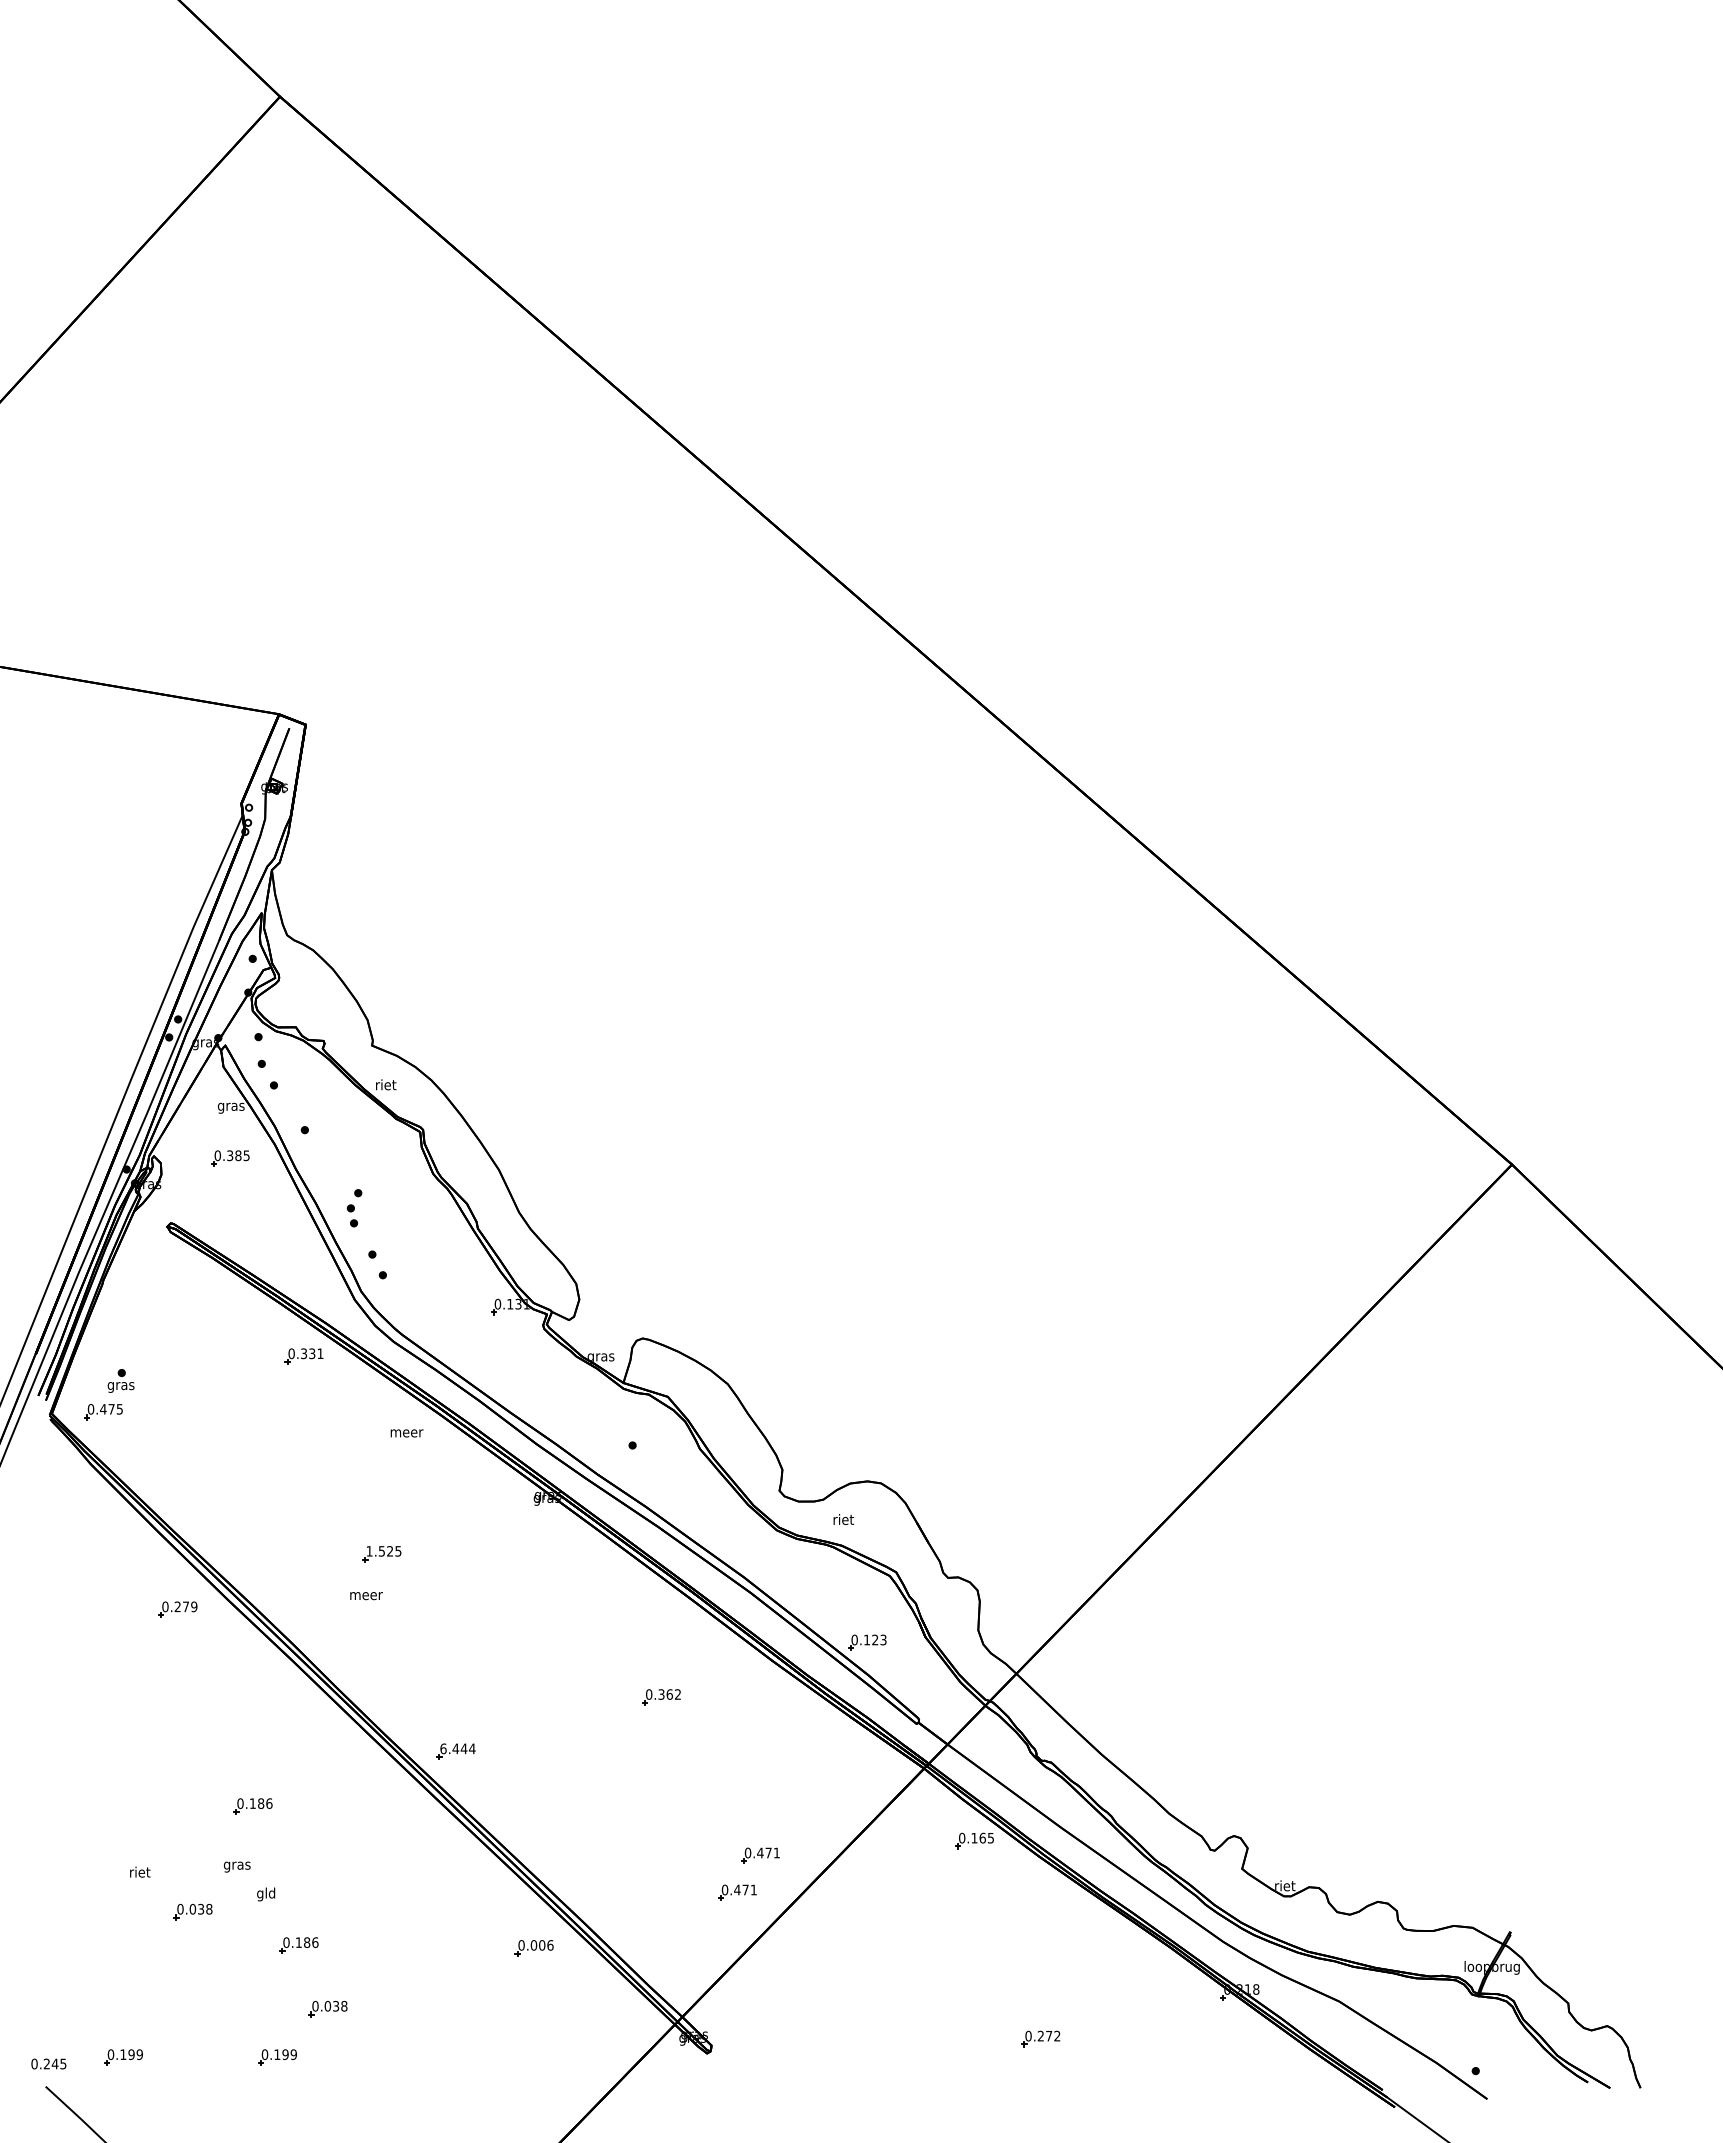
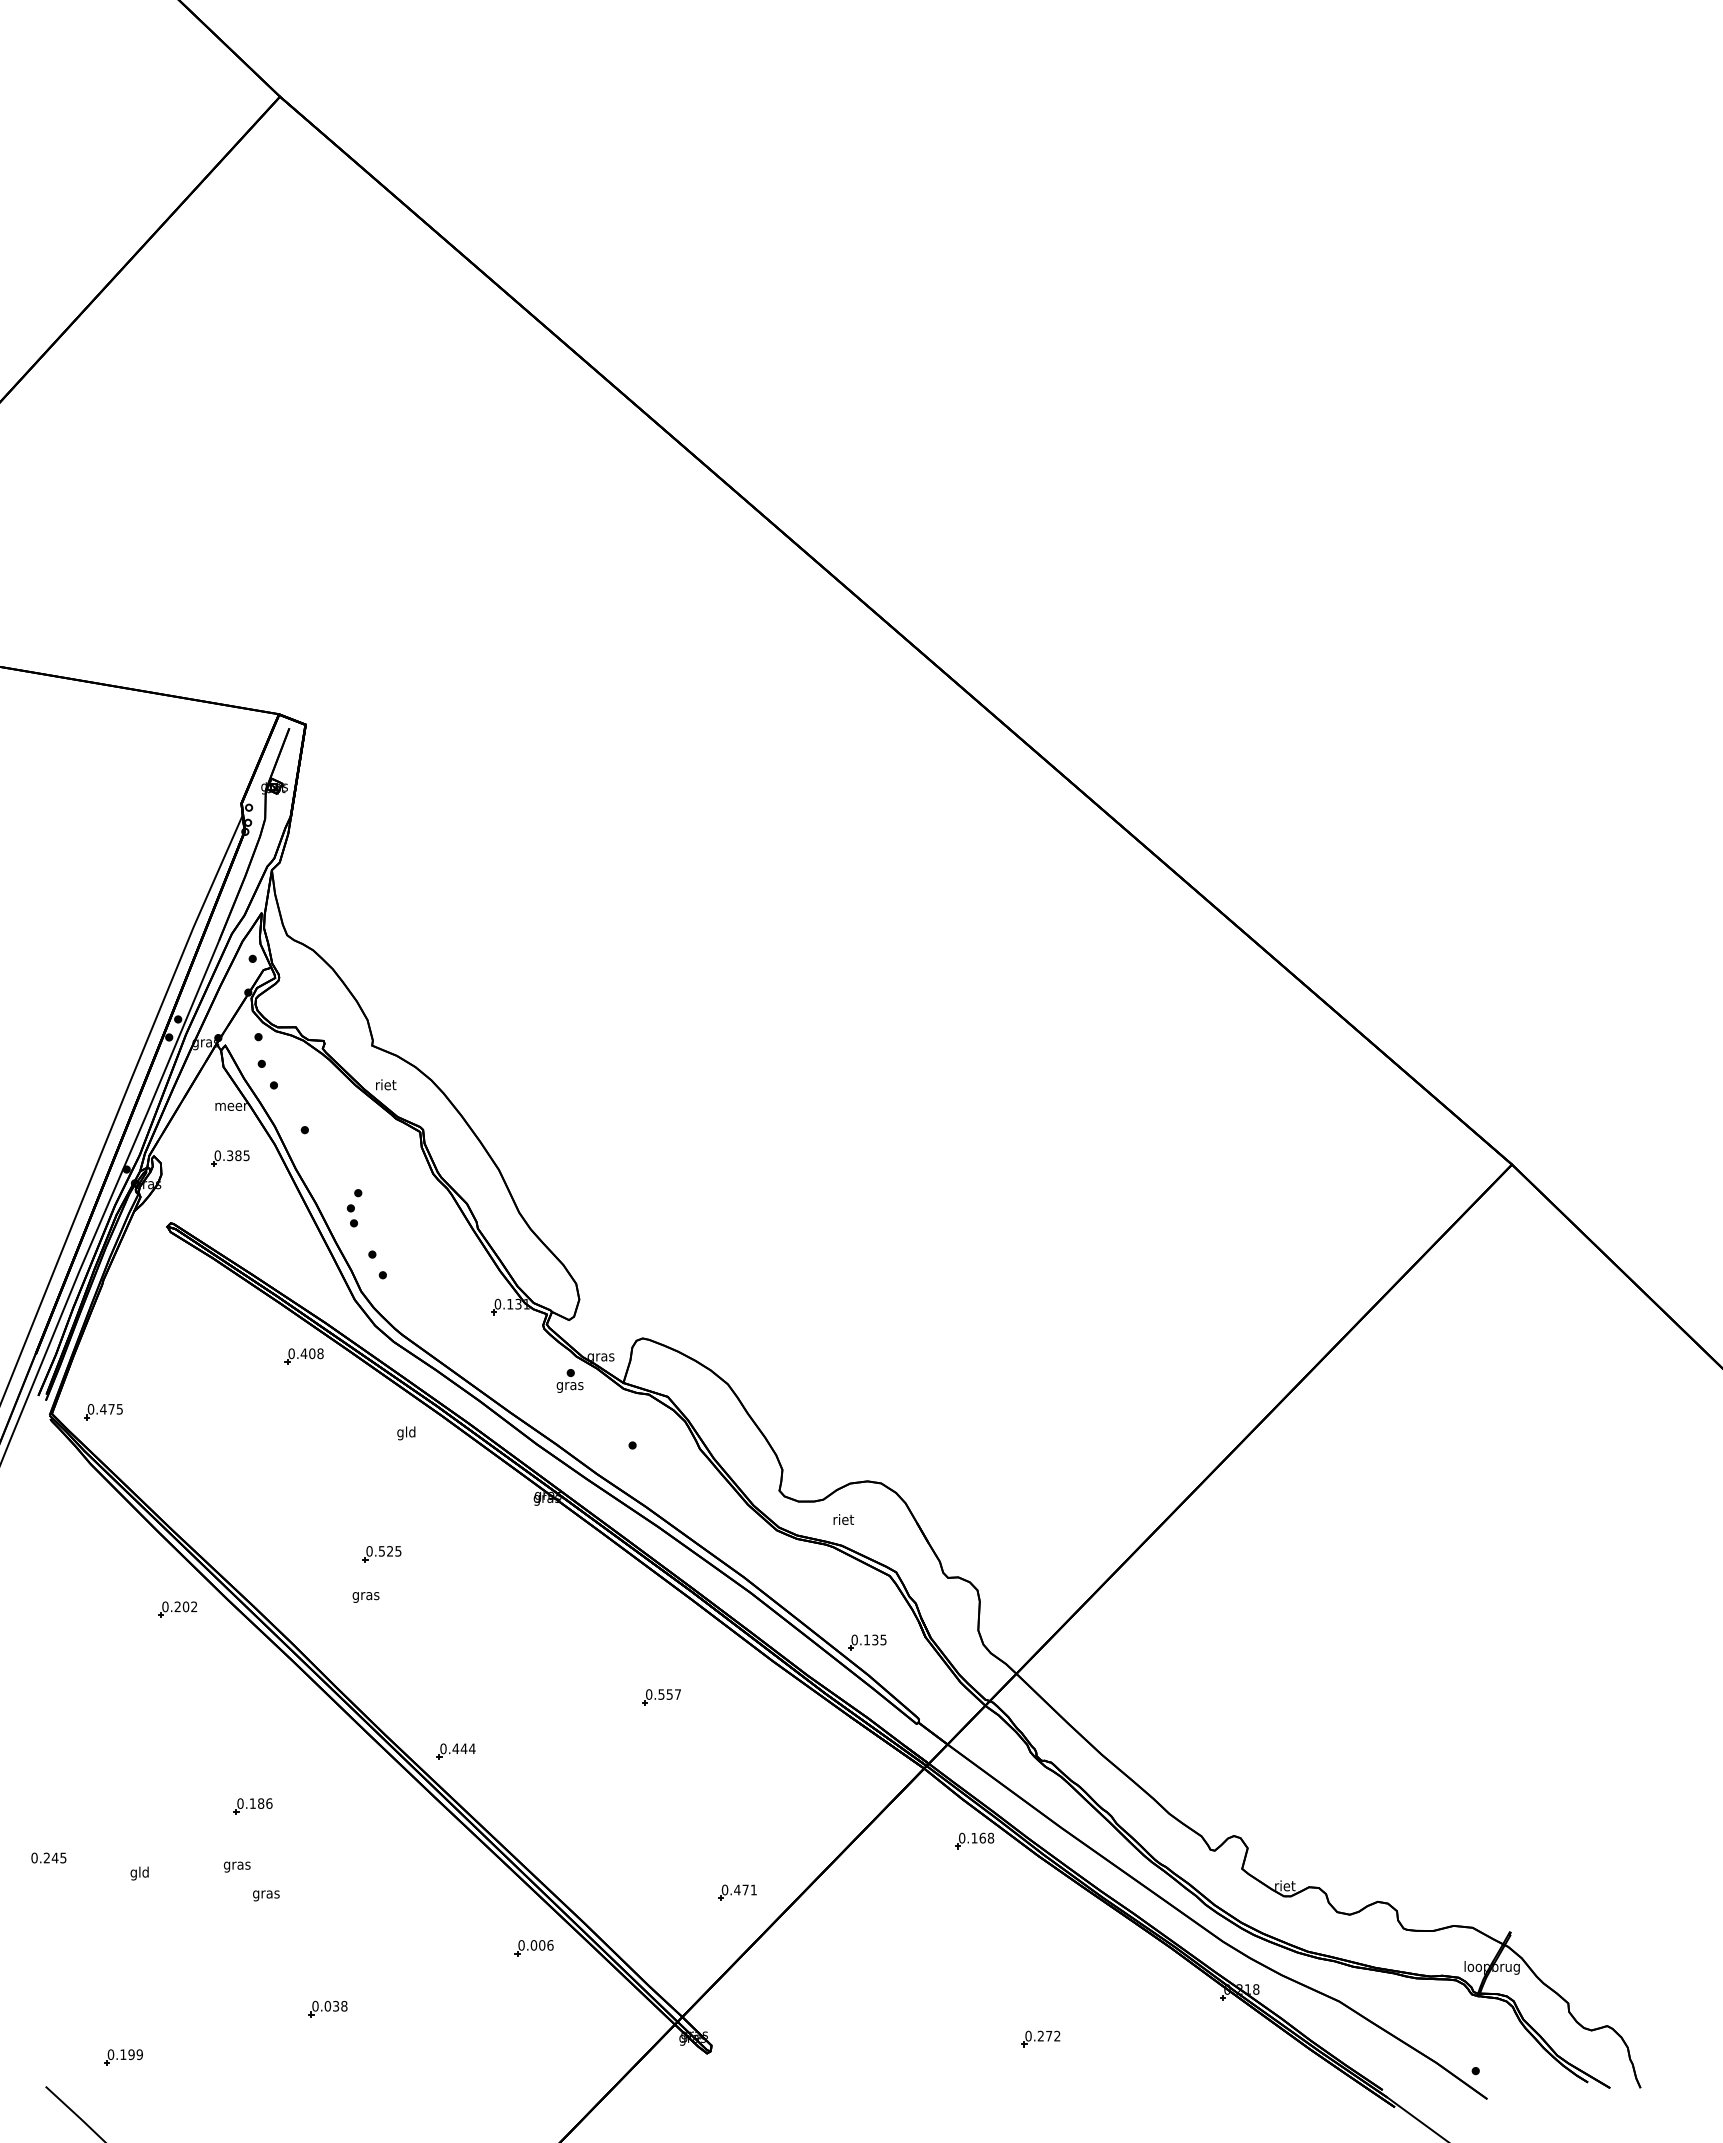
text at (230, 1107): gras -> meer
text at (311, 1353): 0.331 -> 0.408
part at (120, 1380) position: (120, 1380) -> (569, 1380)
text at (406, 1433): meer -> gld
text at (369, 1551): 1.525 -> 0.525
text at (366, 1597): meer -> gras
text at (189, 1606): 0.279 -> 0.202
text at (879, 1639): 0.123 -> 0.135
text at (669, 1694): 0.362 -> 0.557
text at (443, 1748): 6.444 -> 0.444
text at (990, 1837): 0.165 -> 0.168
part at (760, 1855): present -> none
text at (140, 1873): riet -> gld
text at (266, 1894): gld -> gras
part at (192, 1911): present -> none
part at (298, 1945): present -> none
part at (277, 2057): present -> none
text at (48, 2063) position: (48, 2063) -> (48, 1857)
